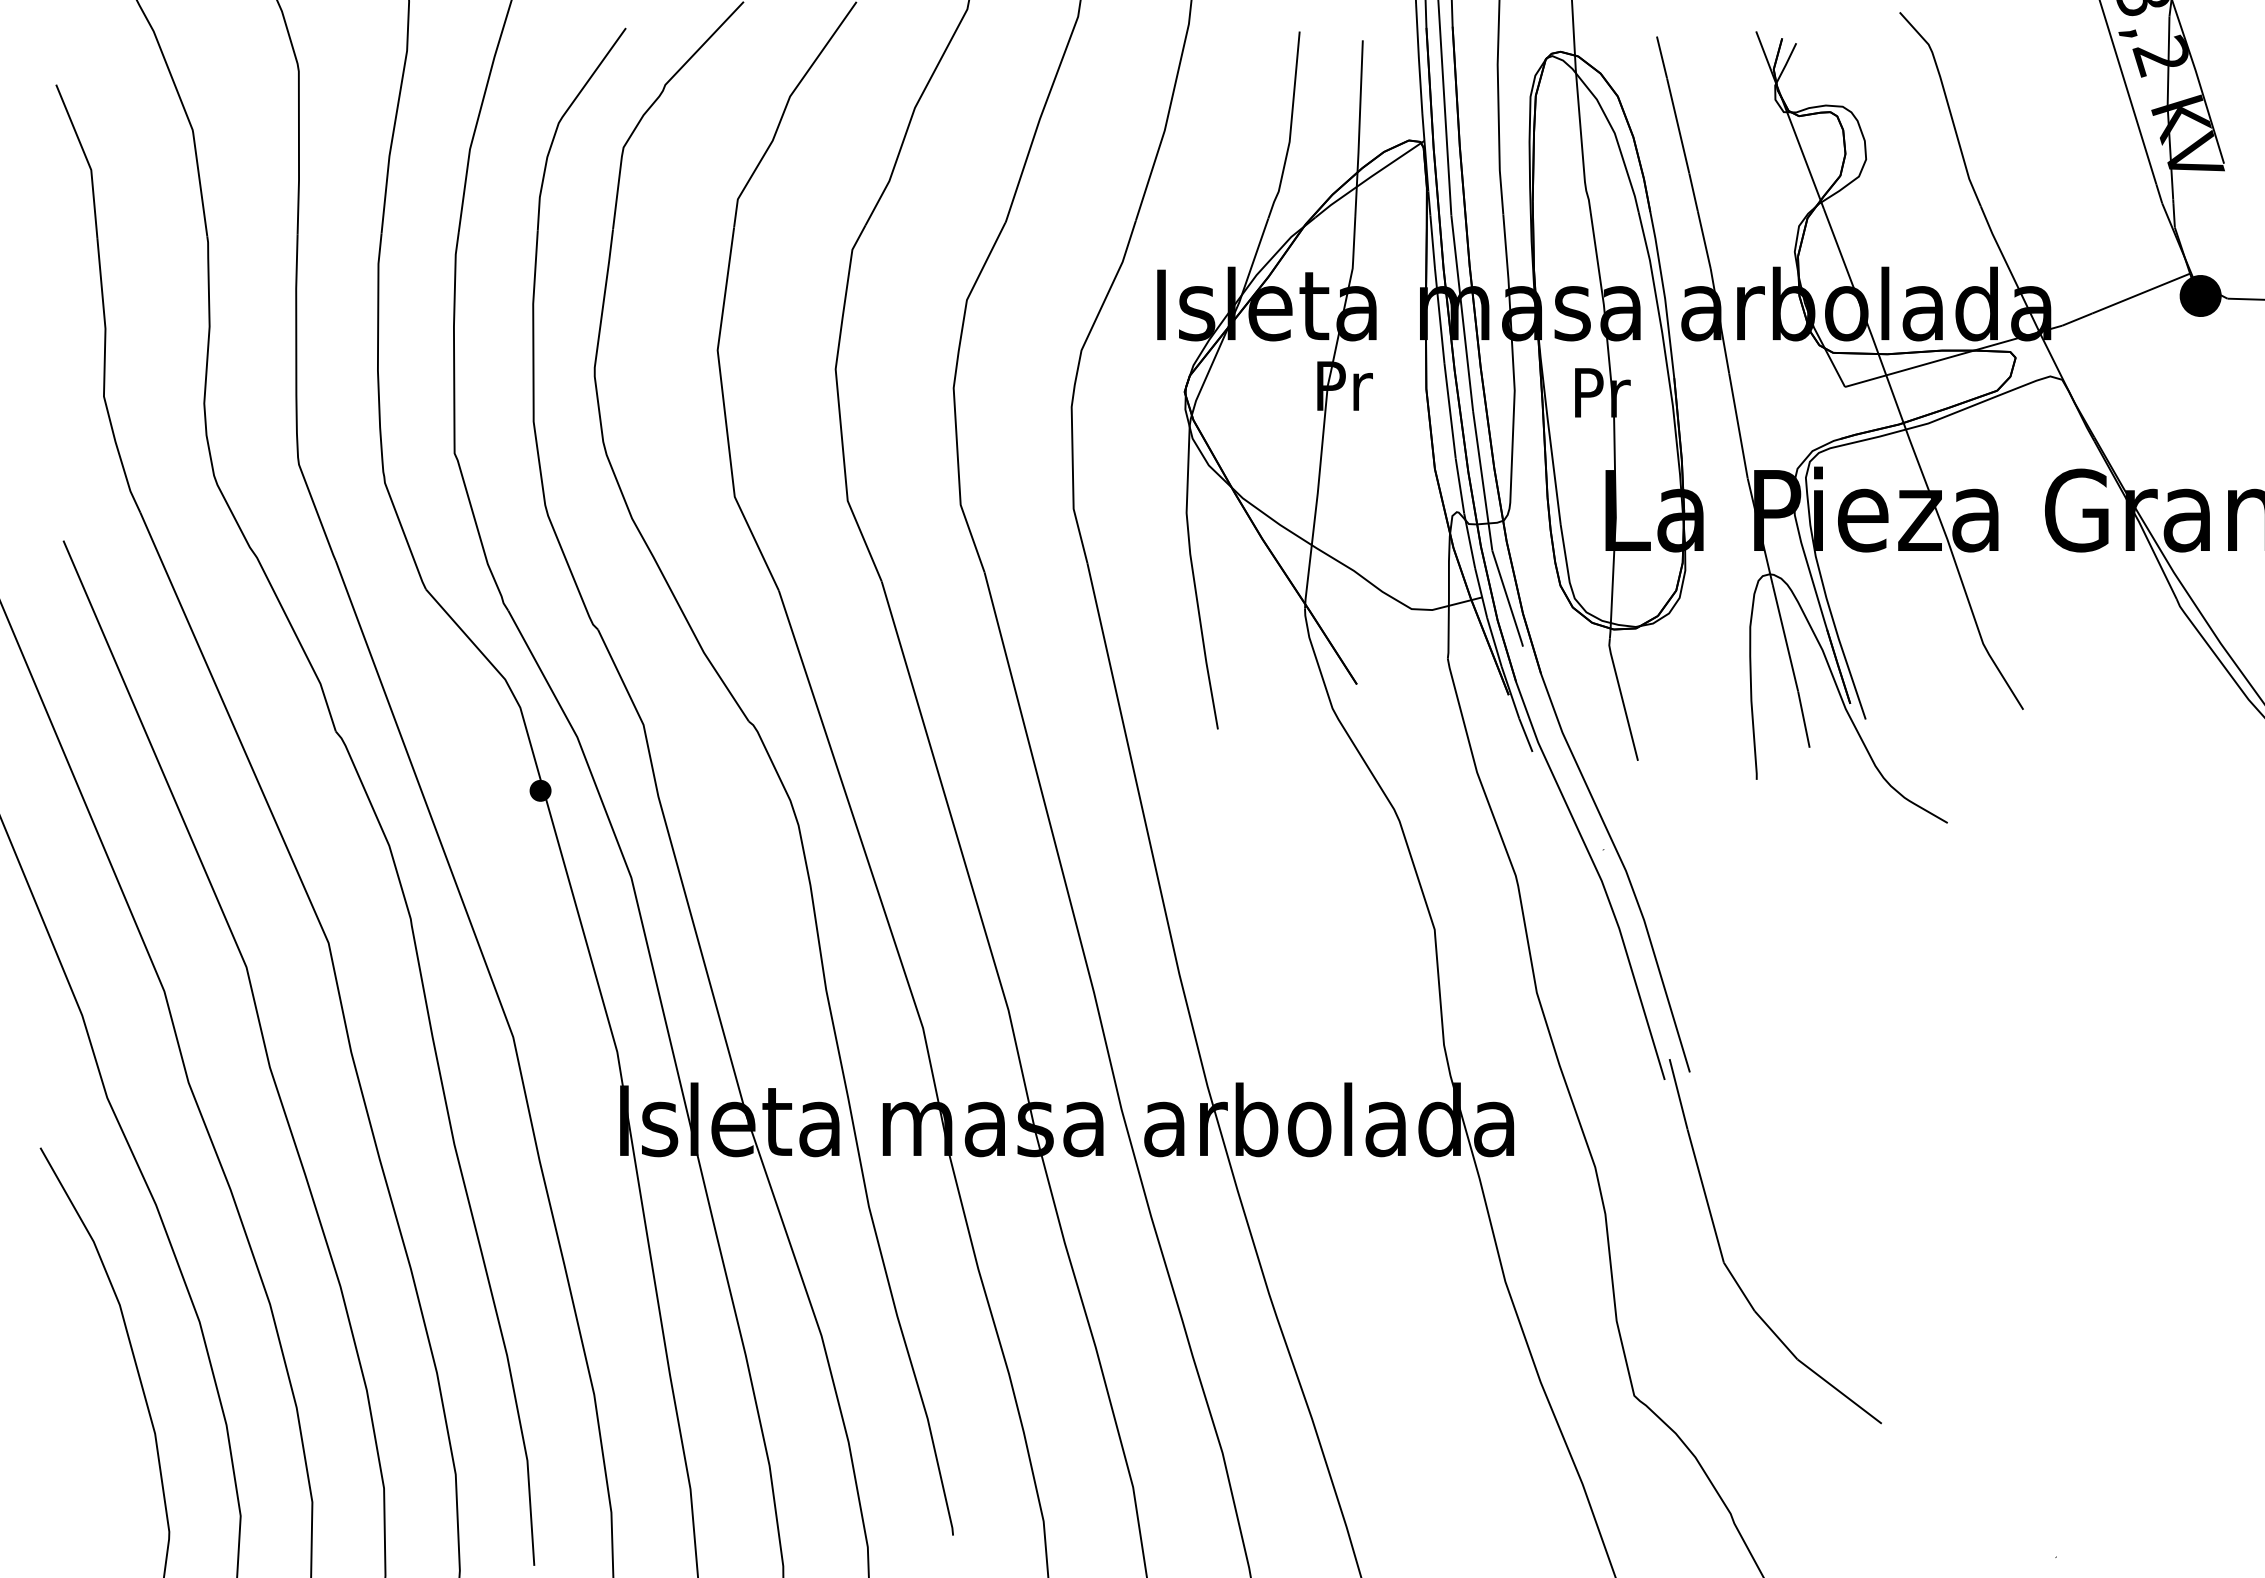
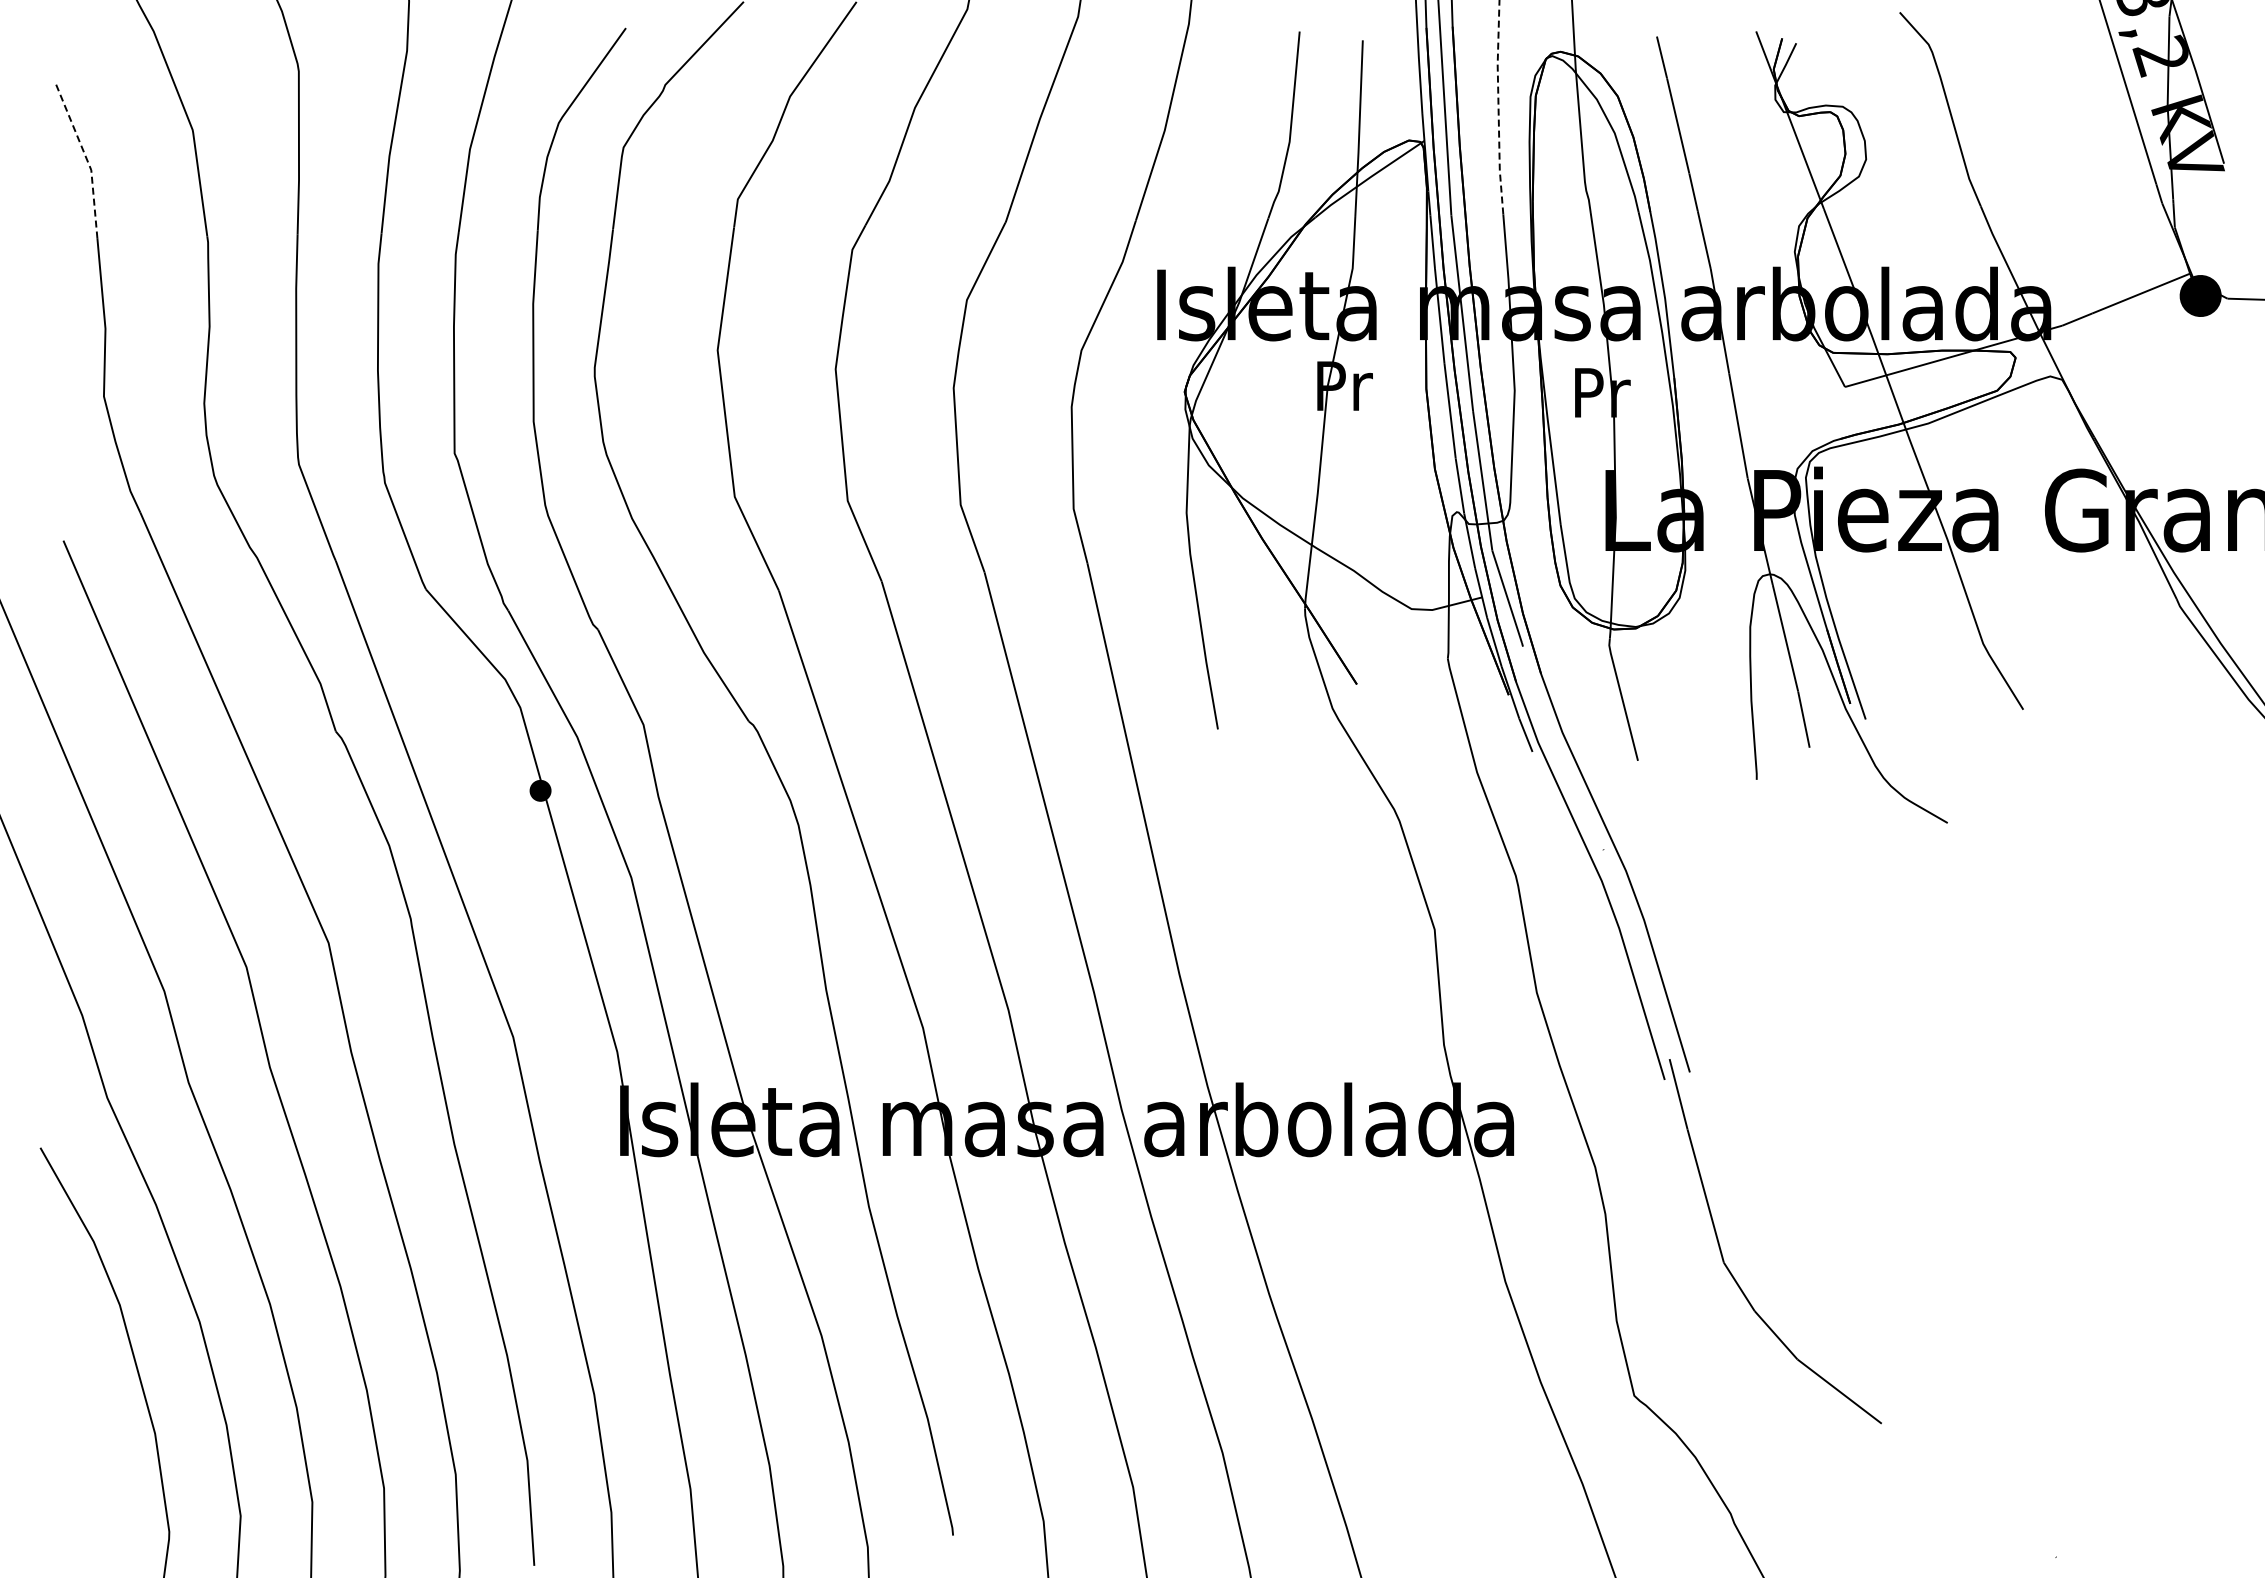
line at (1498, 107): solid -> dashed
line at (87, 159): solid -> dashed
